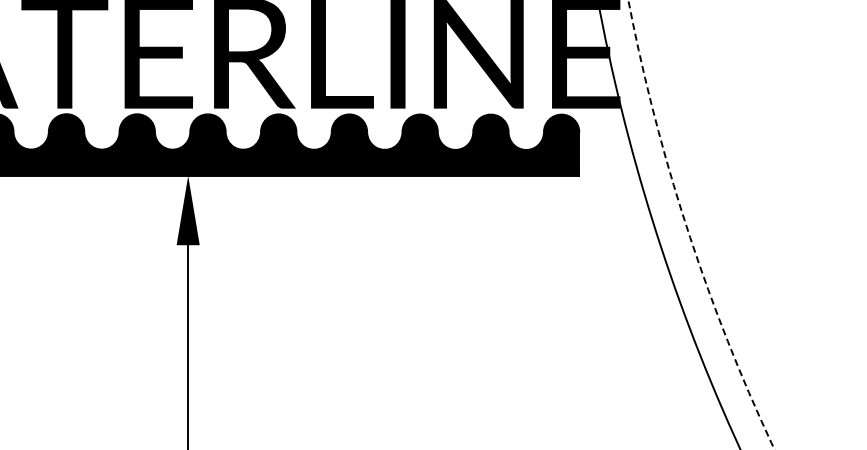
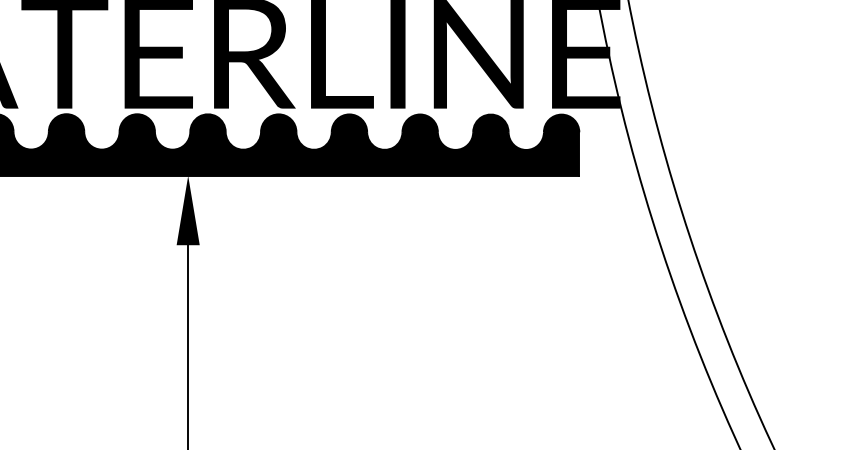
arc at (688, 230): dashed -> solid
